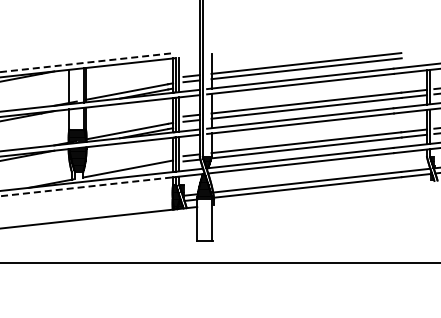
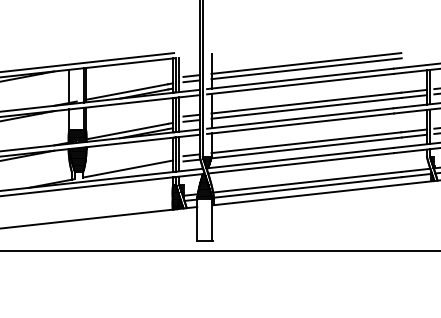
line at (87, 62): dashed -> solid
line at (88, 186): dashed -> solid
line at (325, 192): none -> present
line at (219, 263) position: (219, 263) -> (219, 251)
